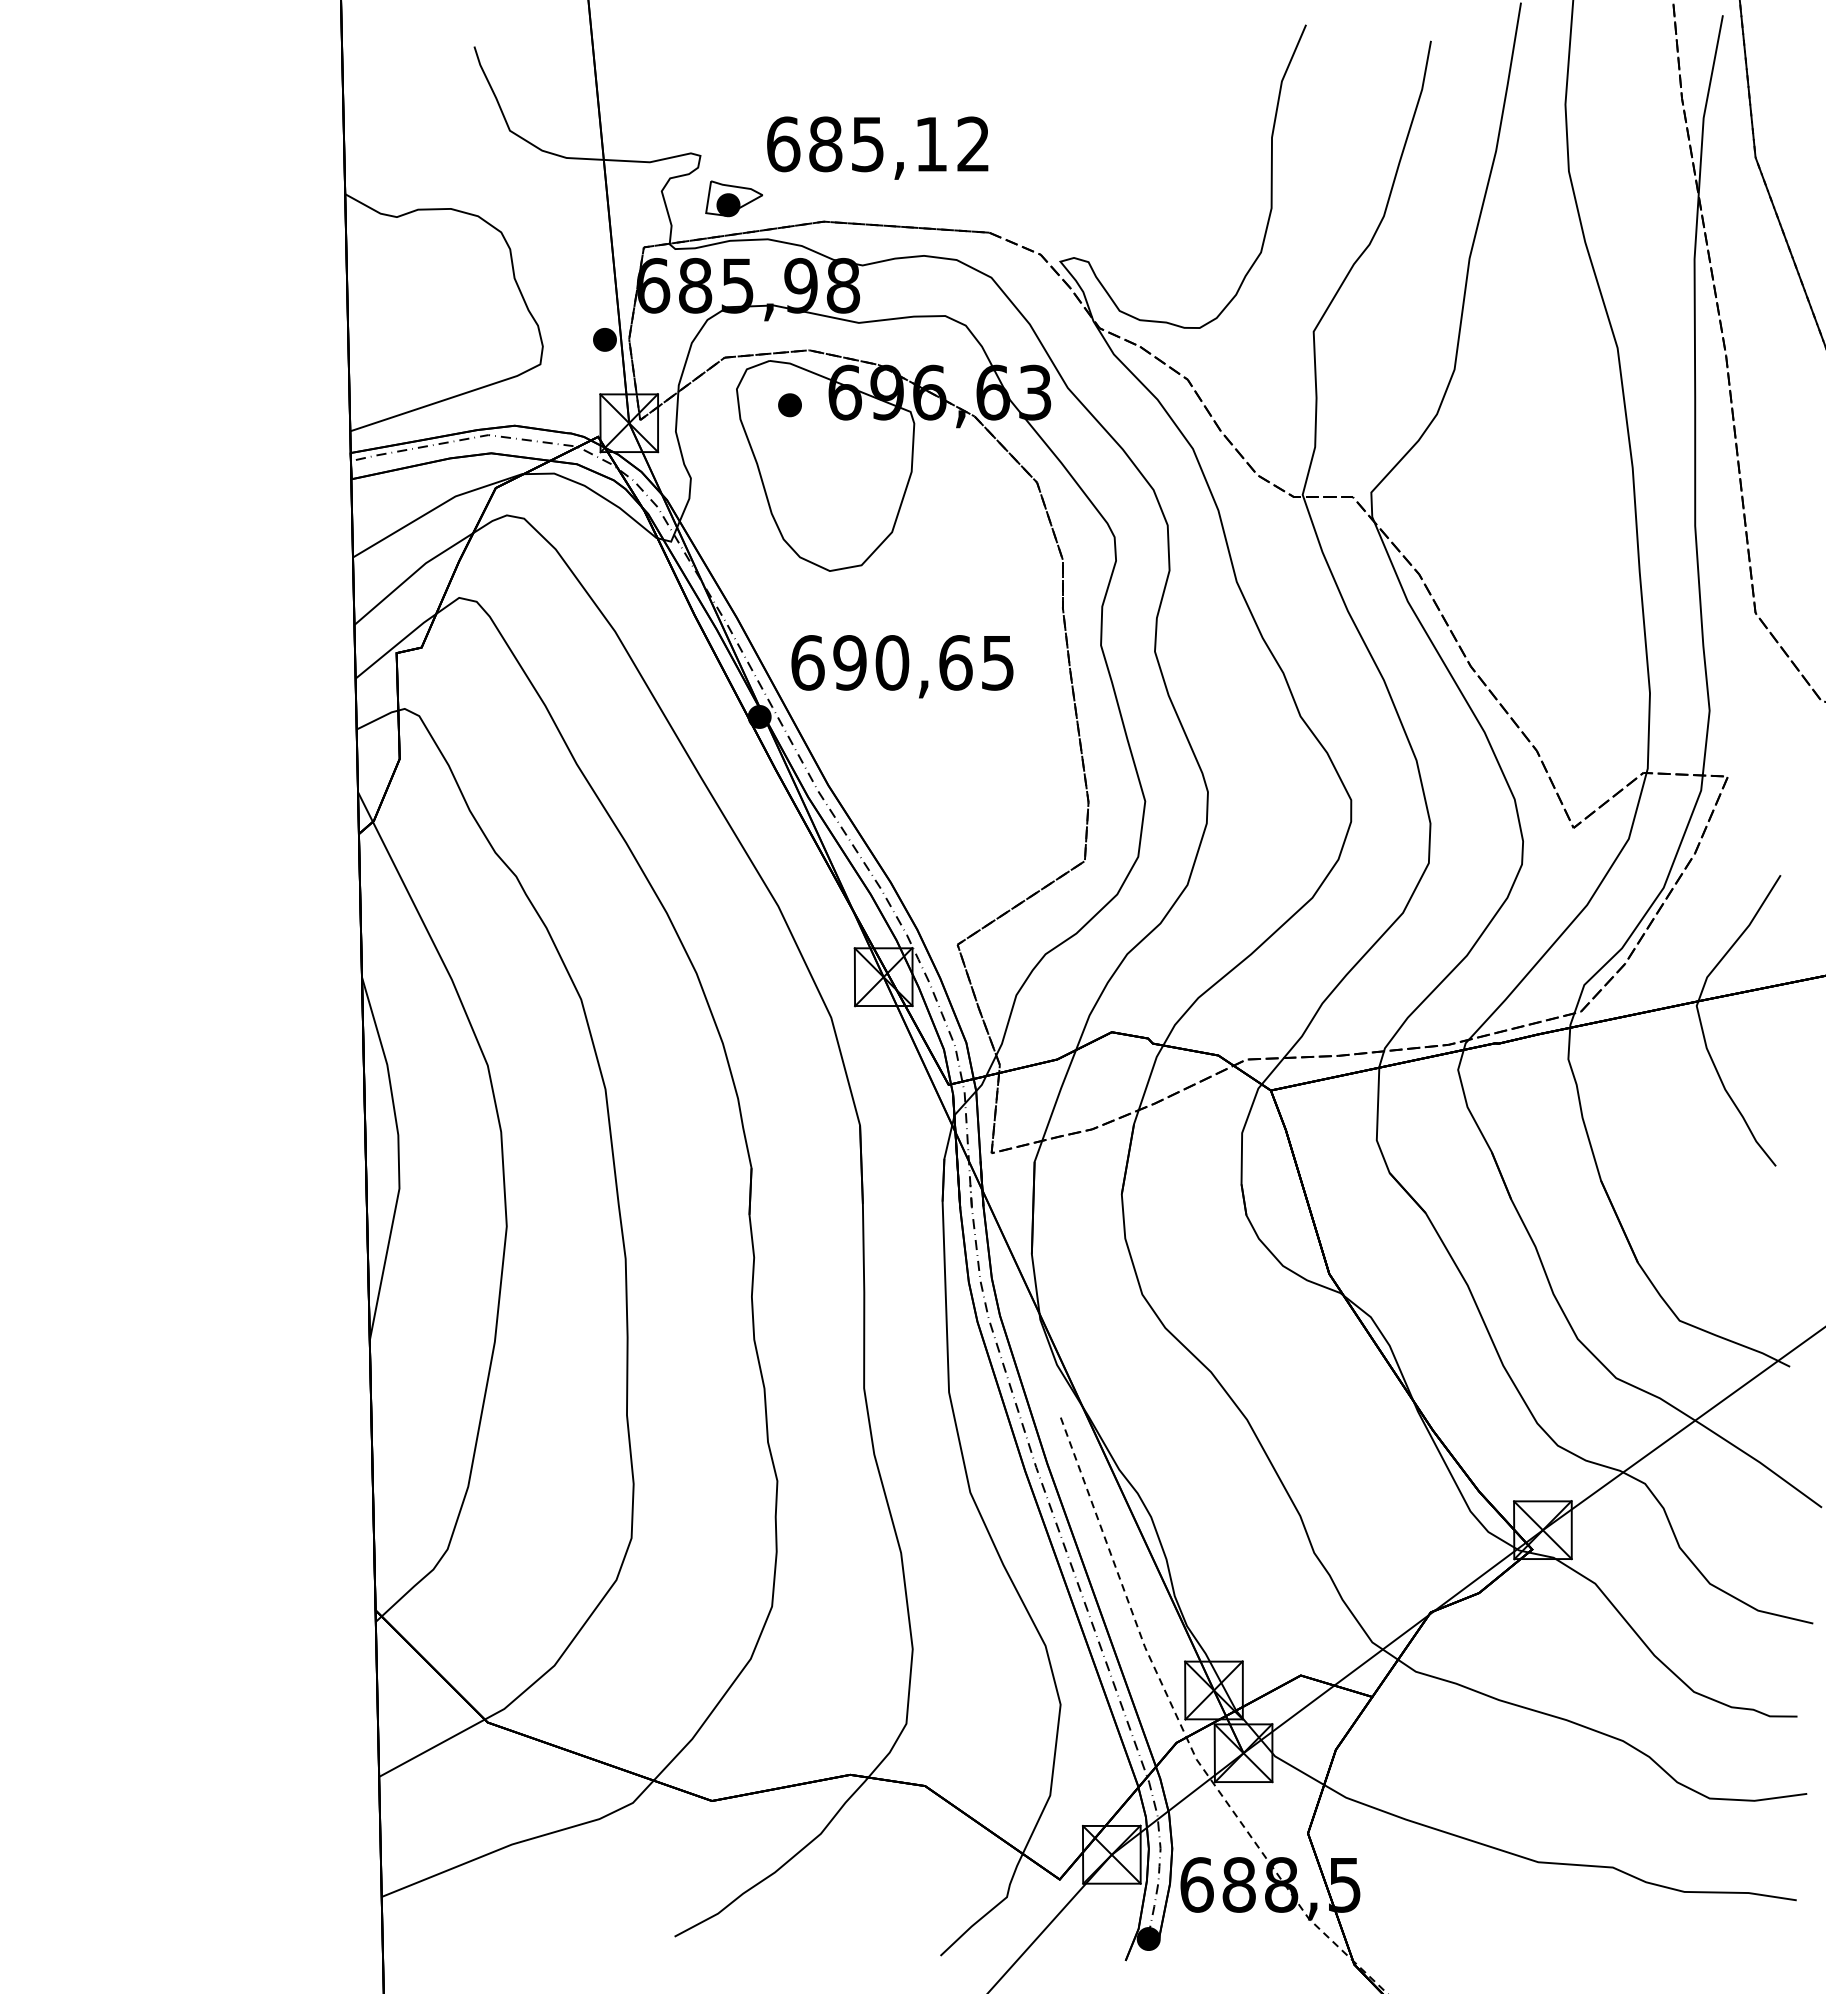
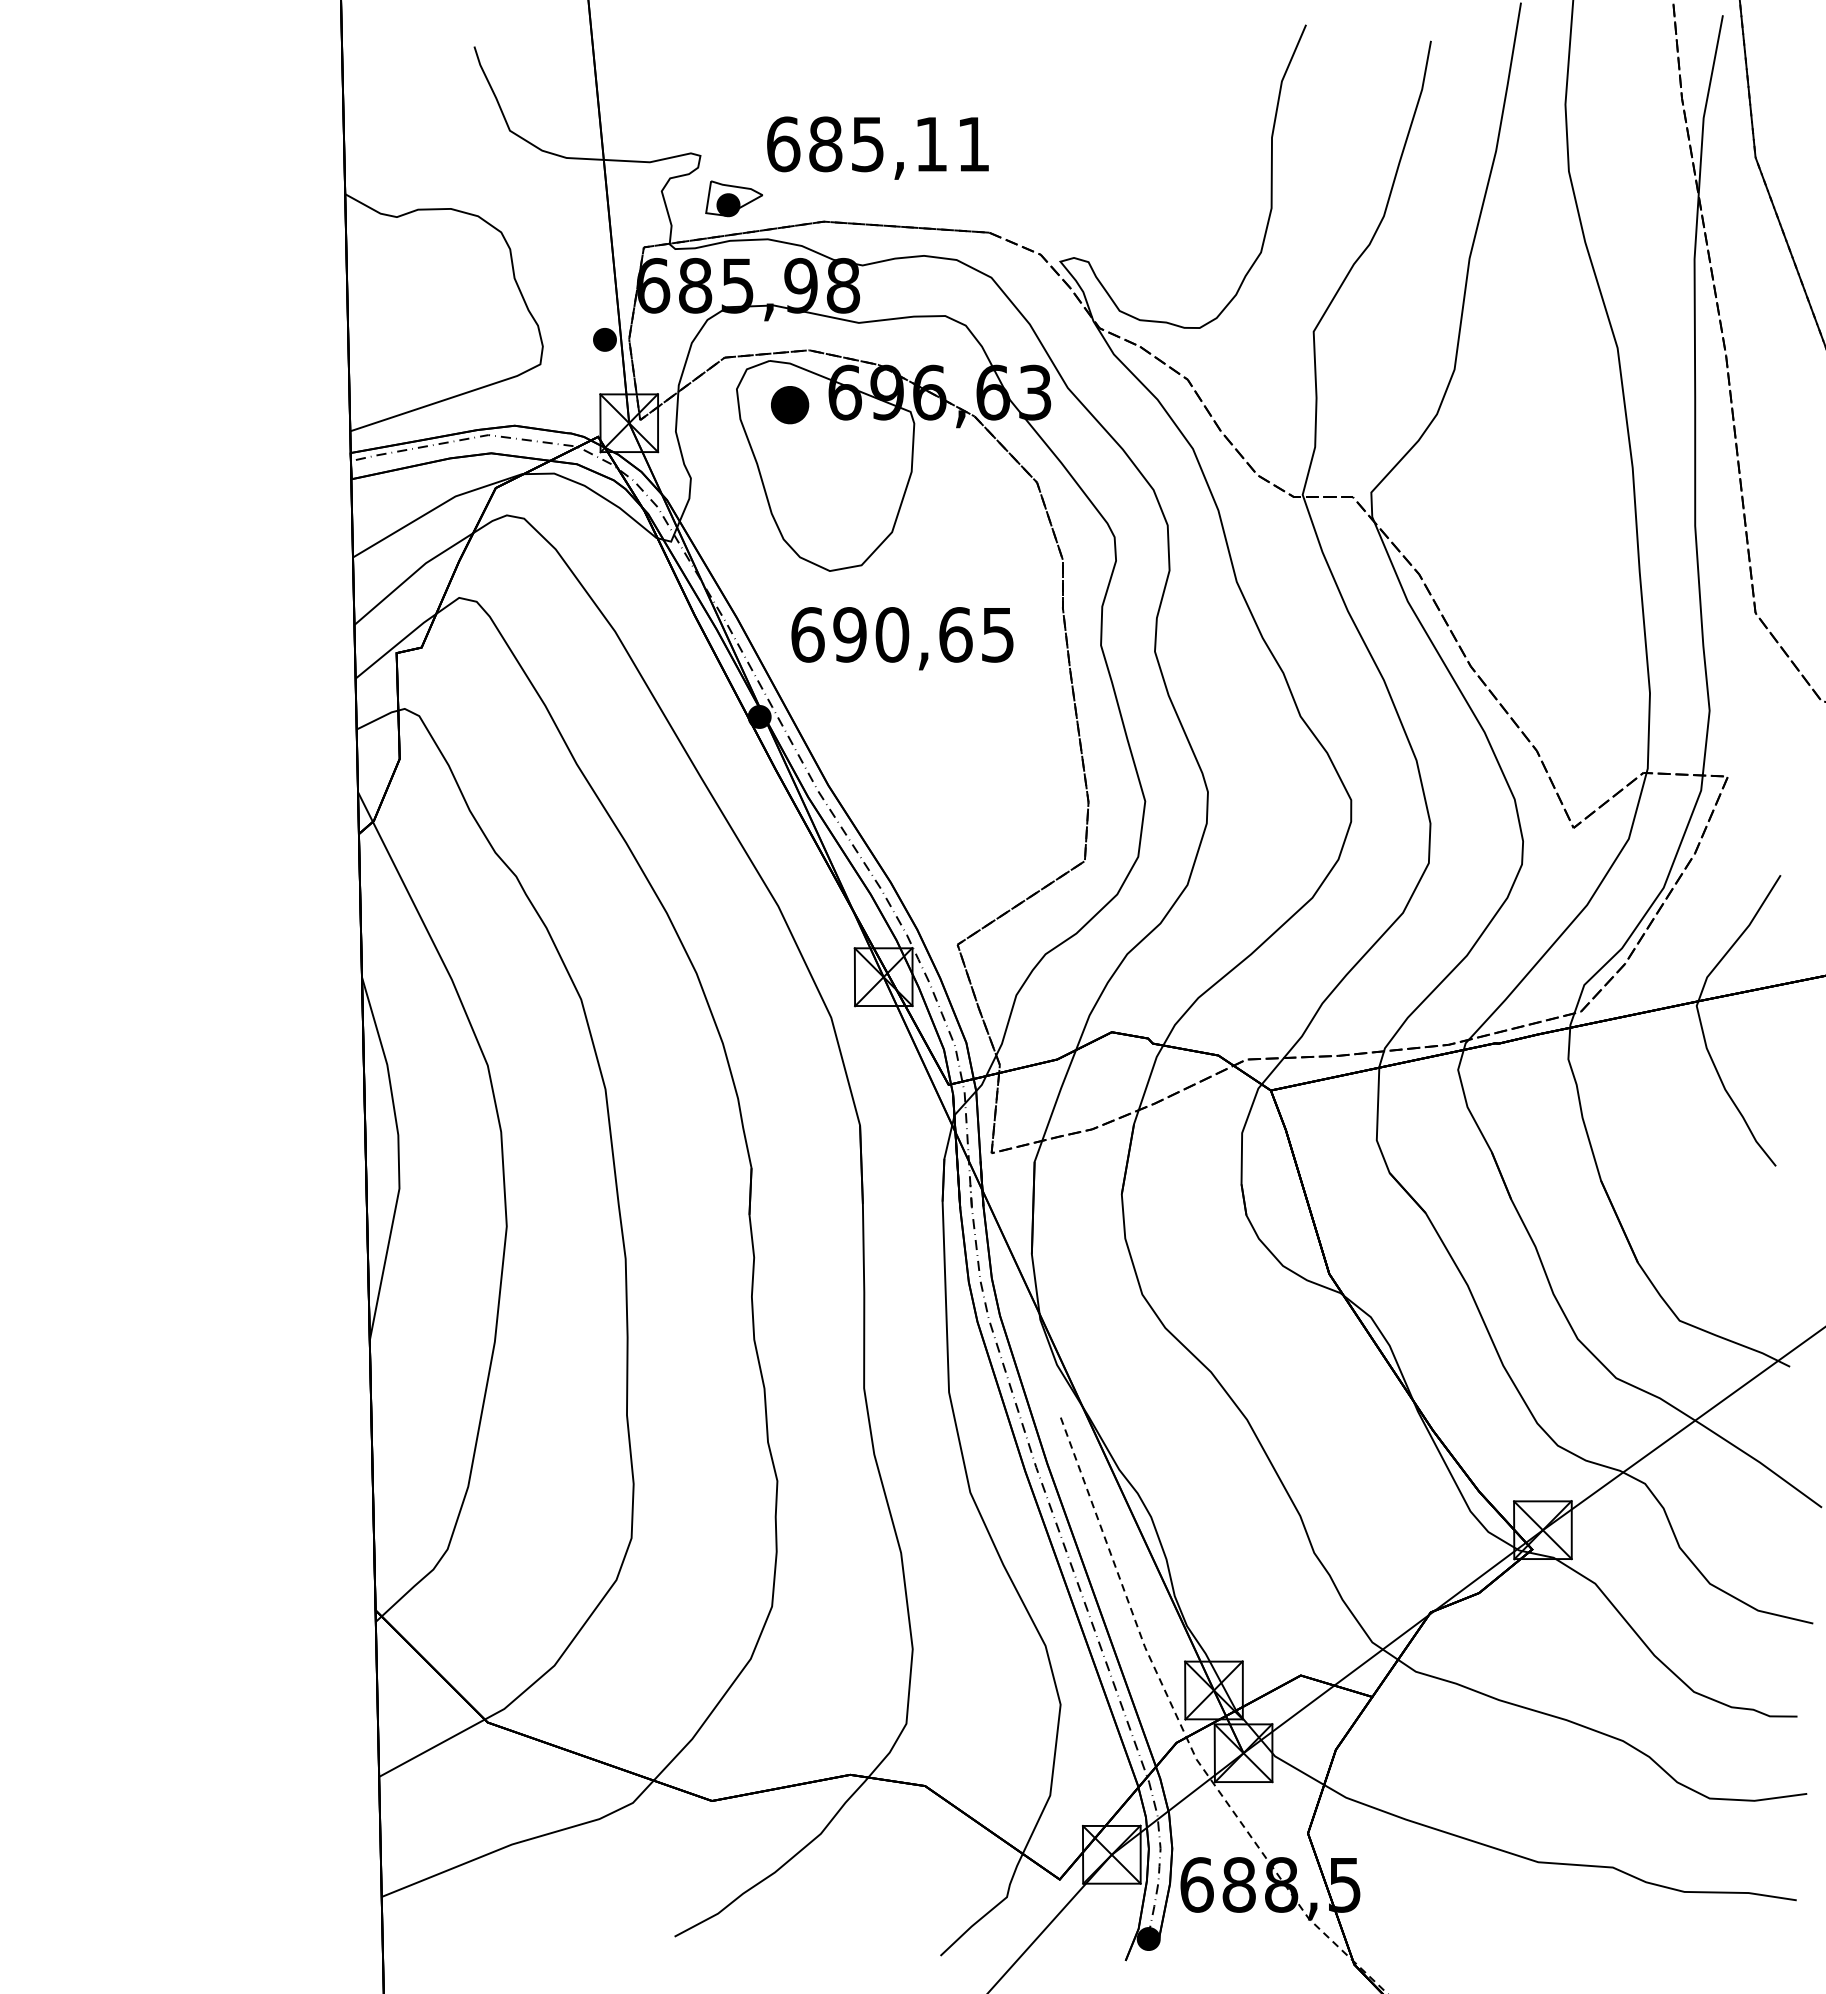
text at (972, 143): 685,12 -> 685,11
part at (789, 405) size: 24x25 px -> 39x39 px
text at (902, 666) position: (902, 666) -> (902, 638)
